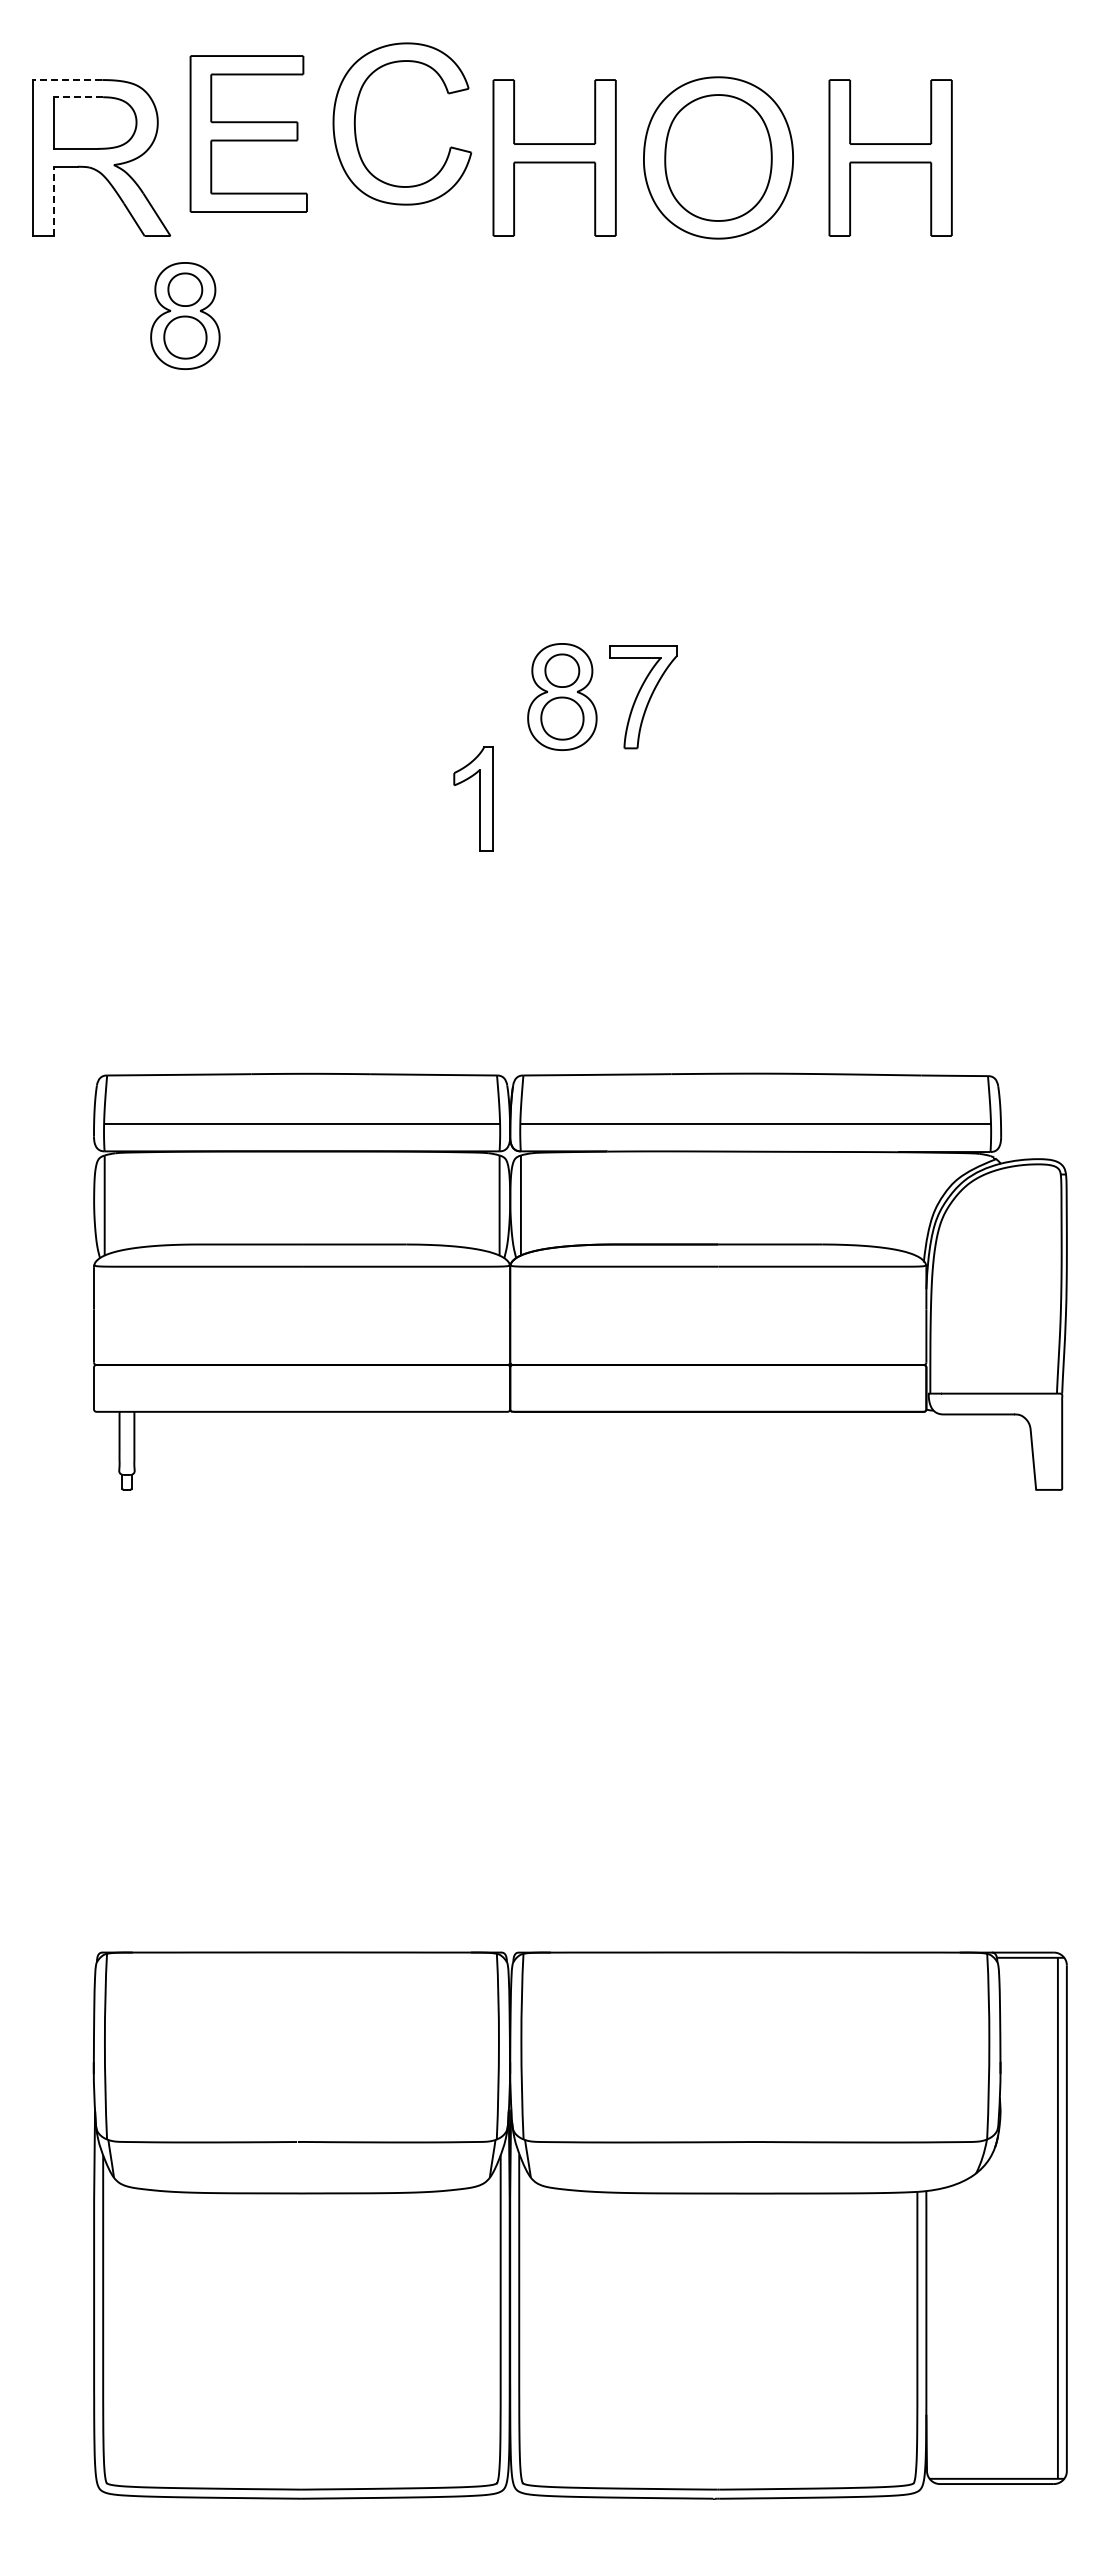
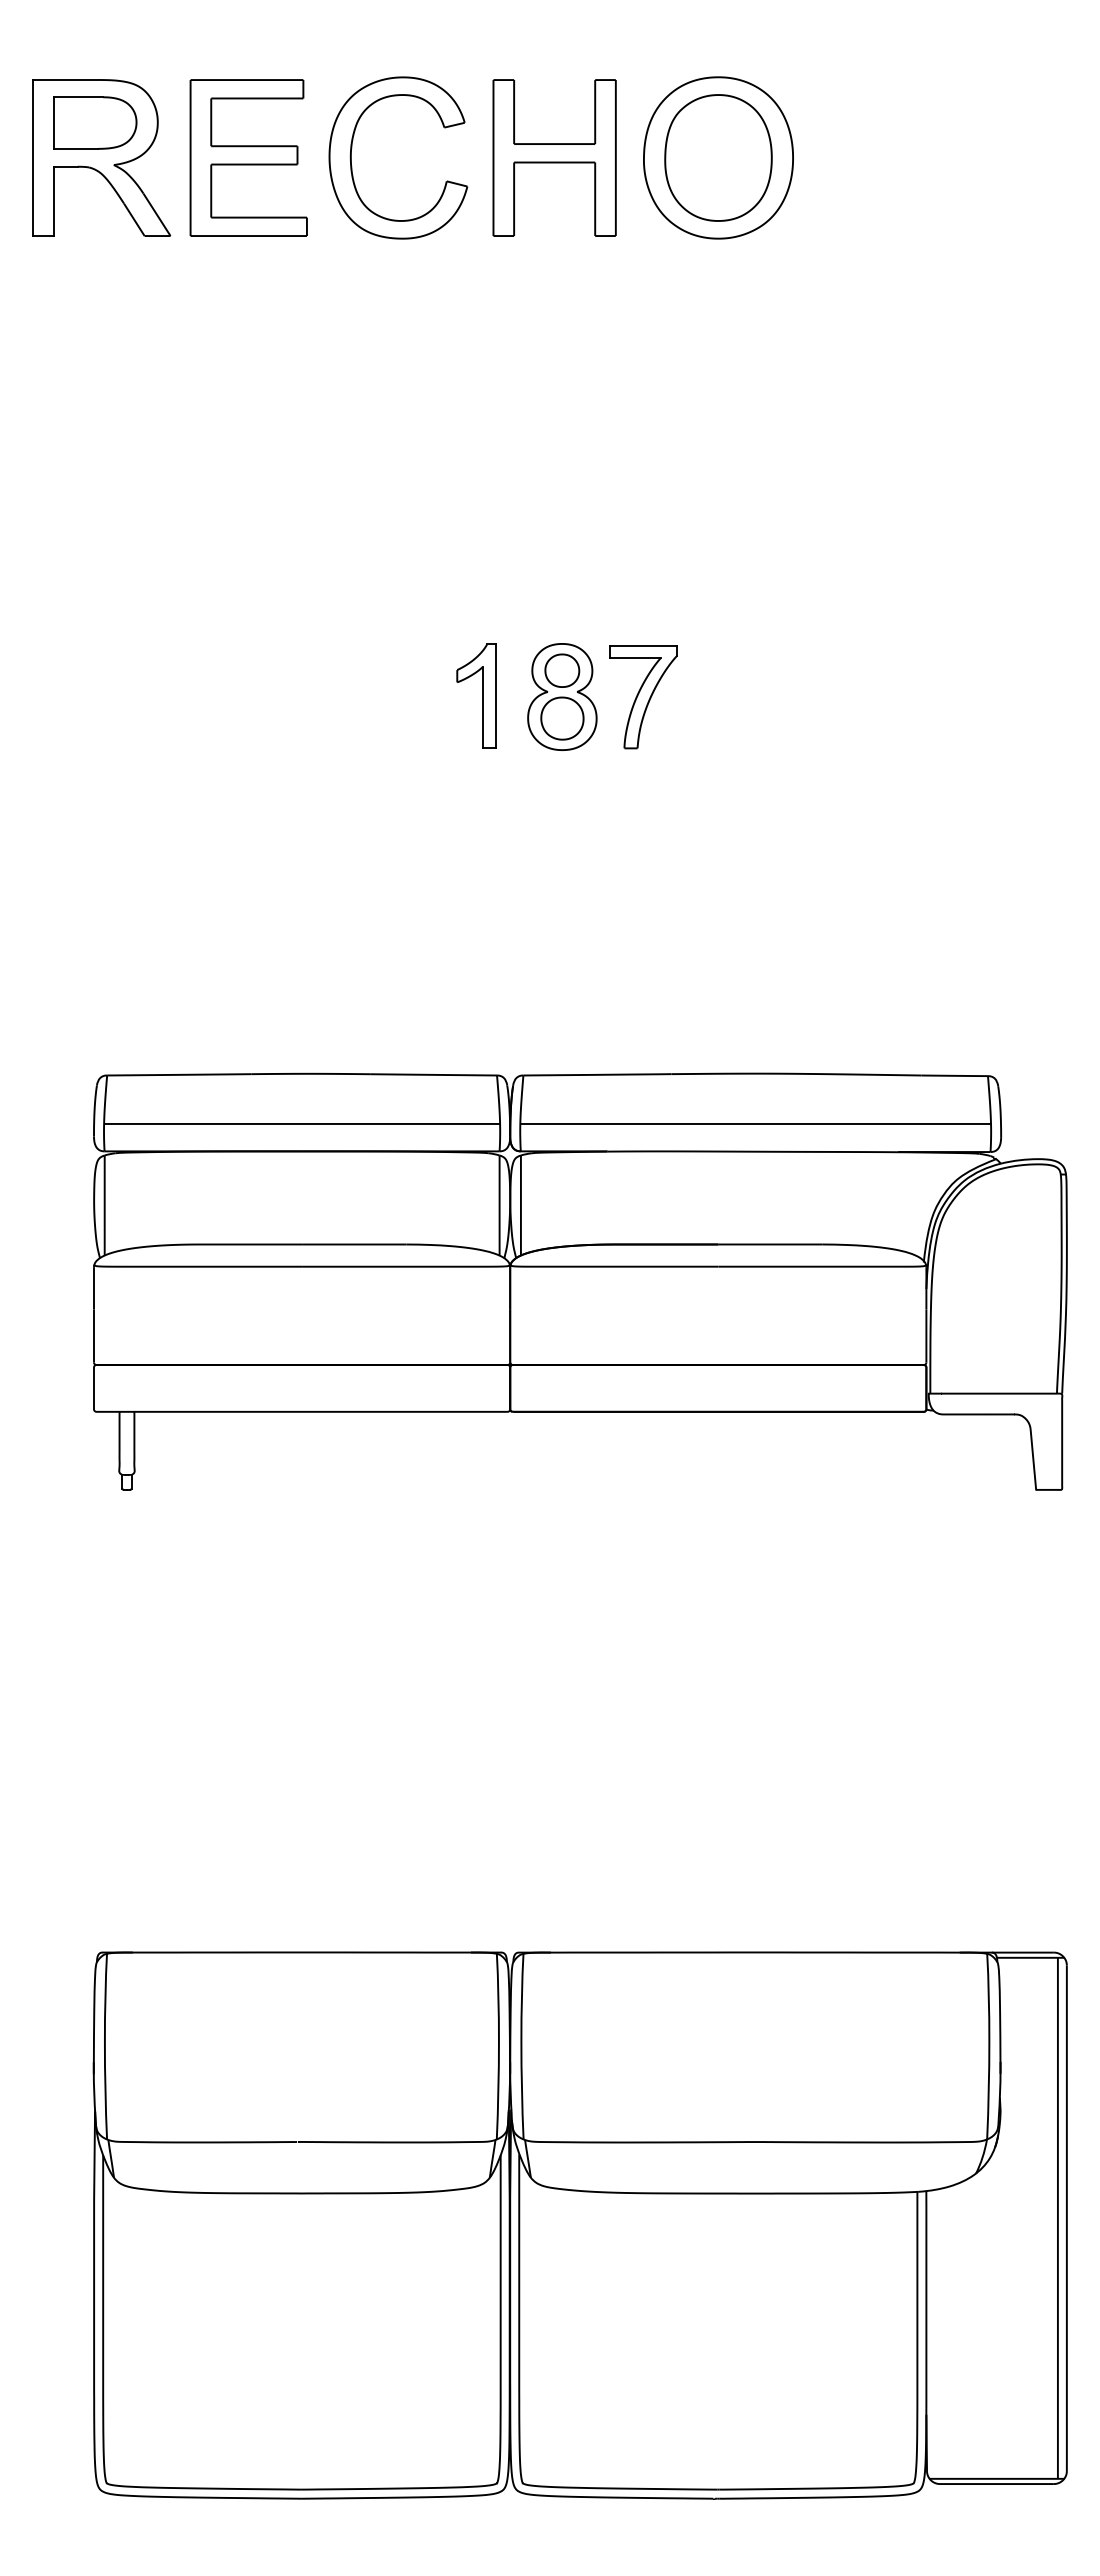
line at (67, 80): dashed -> solid
line at (78, 97): dashed -> solid
part at (356, 114) position: (356, 114) -> (352, 148)
part at (248, 133) position: (248, 133) -> (248, 157)
part at (890, 157): present -> none
line at (53, 201): dashed -> solid
part at (185, 315): present -> none
part at (473, 798) position: (473, 798) -> (476, 695)
